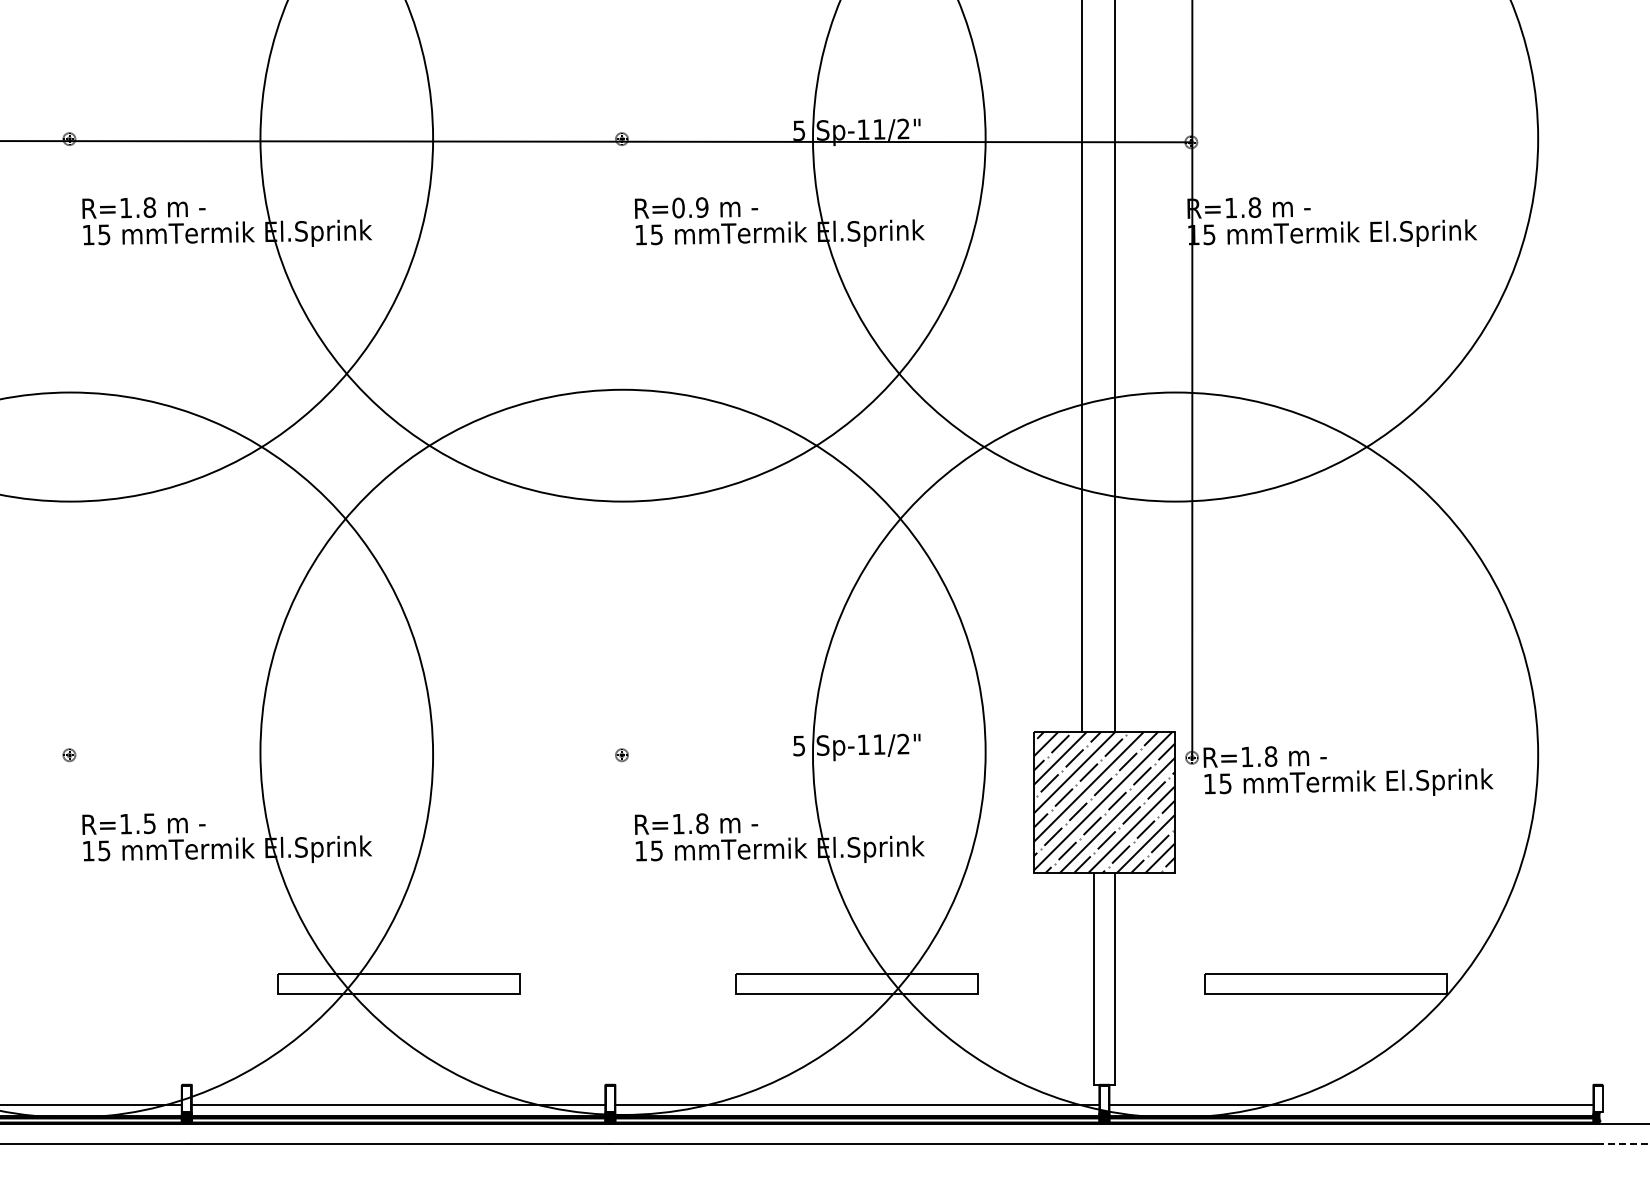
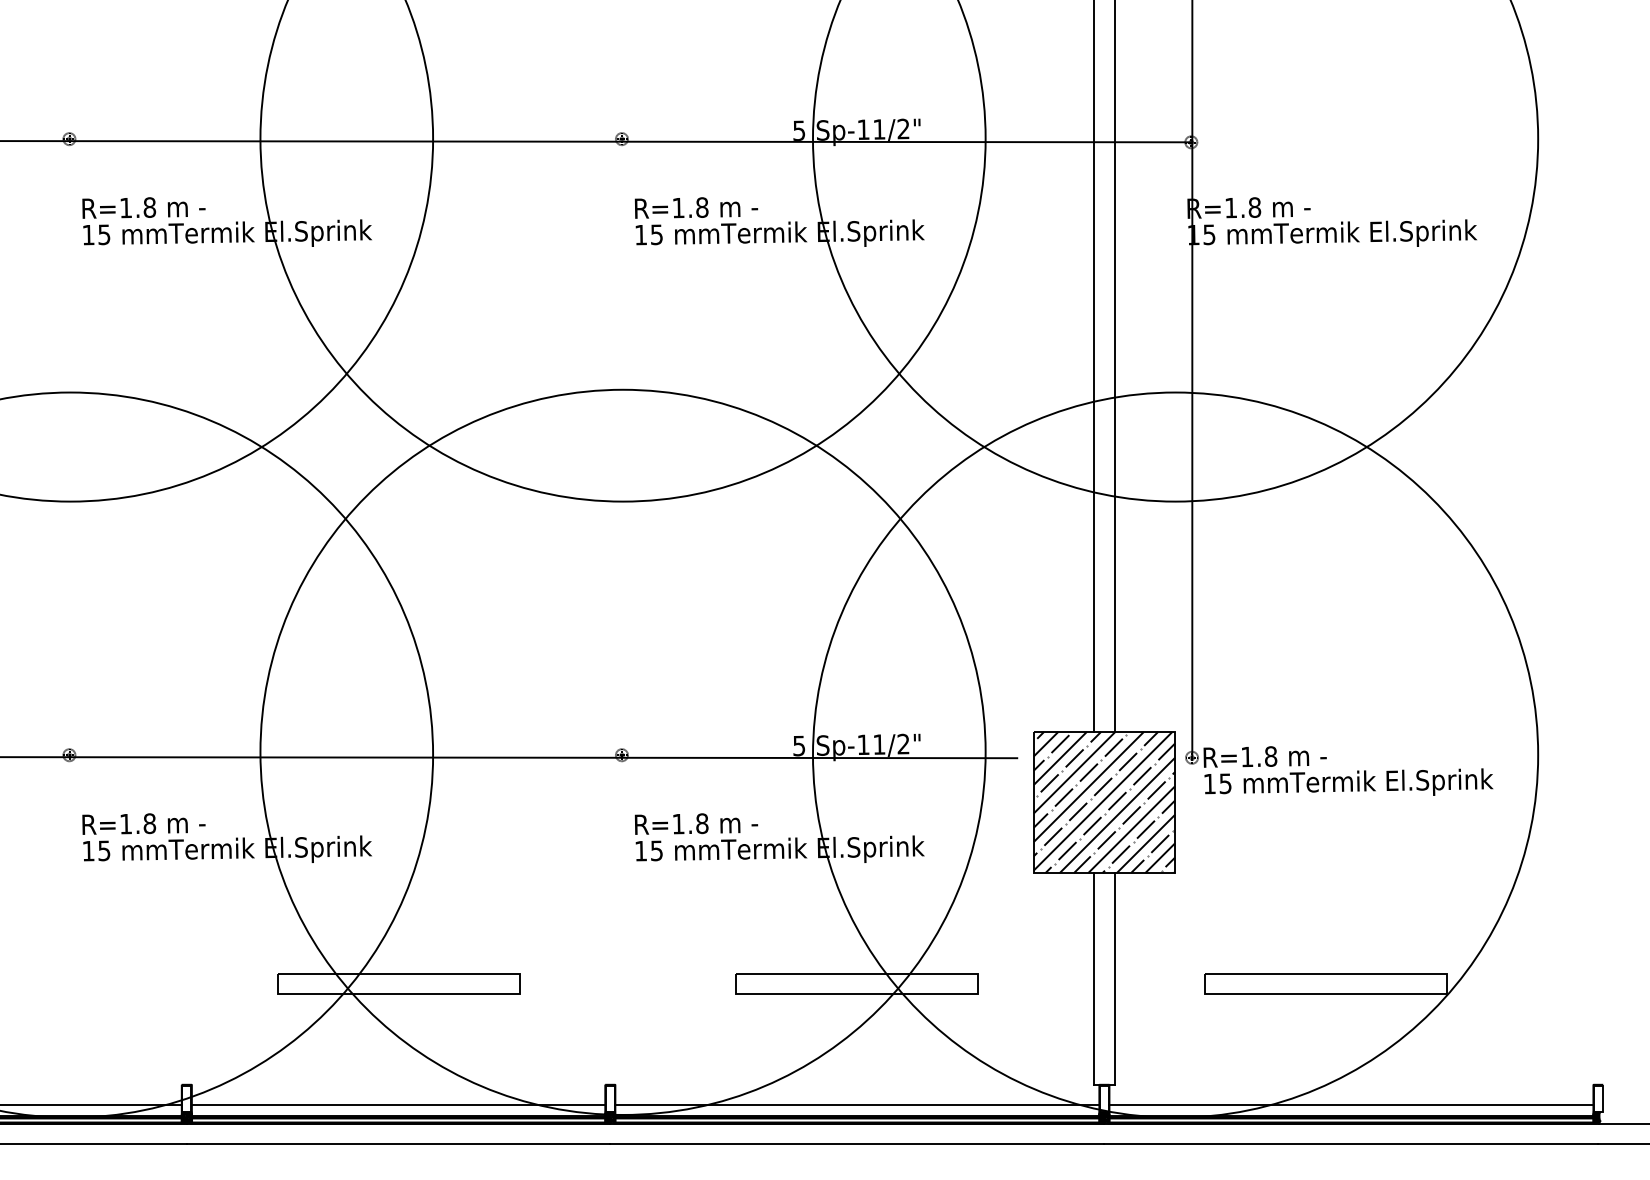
text at (690, 207): R=0.9 -> R=1.8
line at (1082, 366) position: (1082, 366) -> (1094, 366)
line at (509, 757): none -> present
text at (149, 823): R=1.5 -> R=1.8
line at (1623, 1144): dashed -> solid
